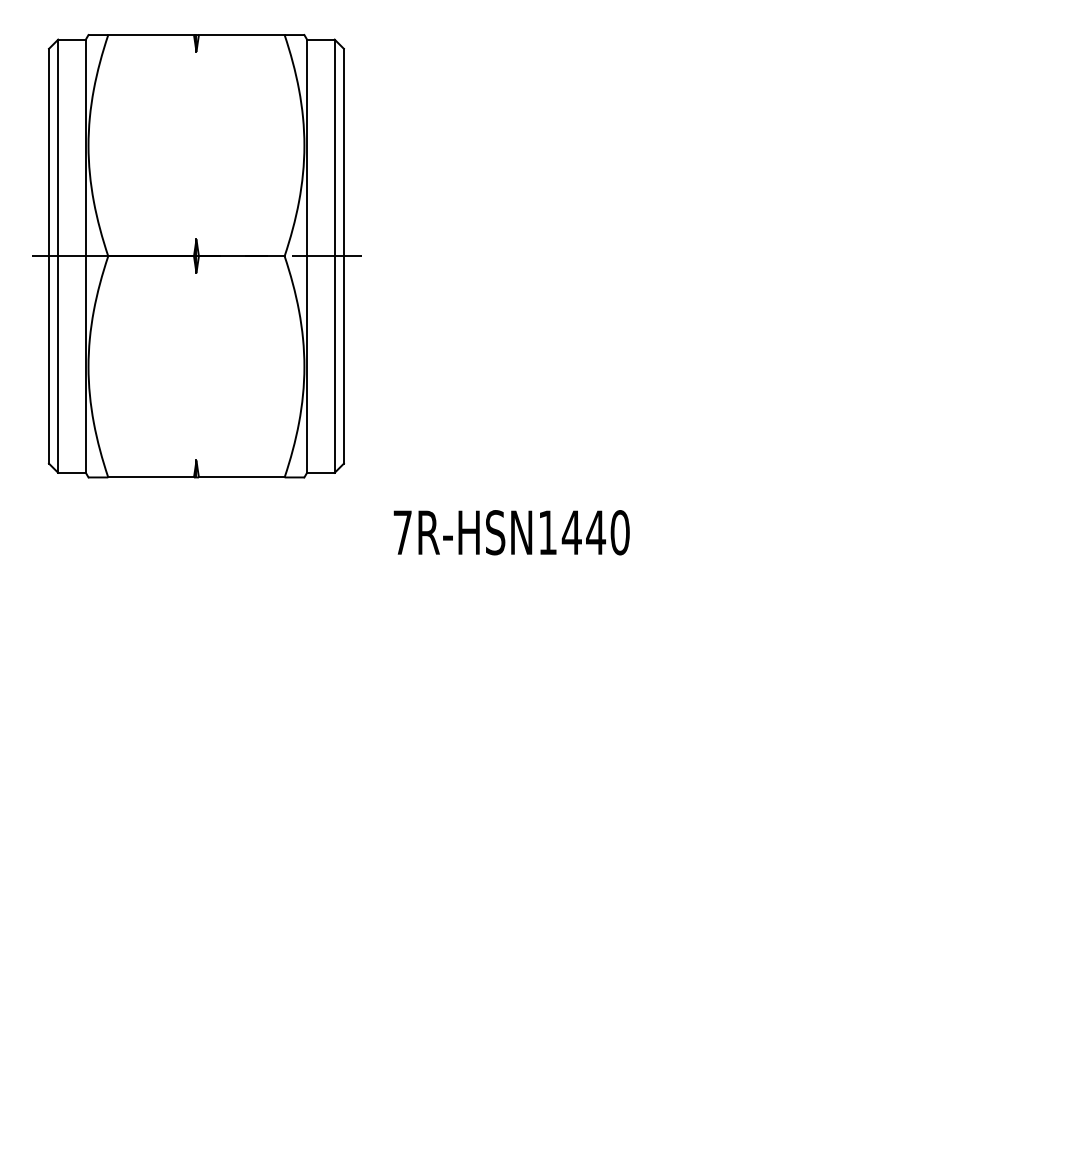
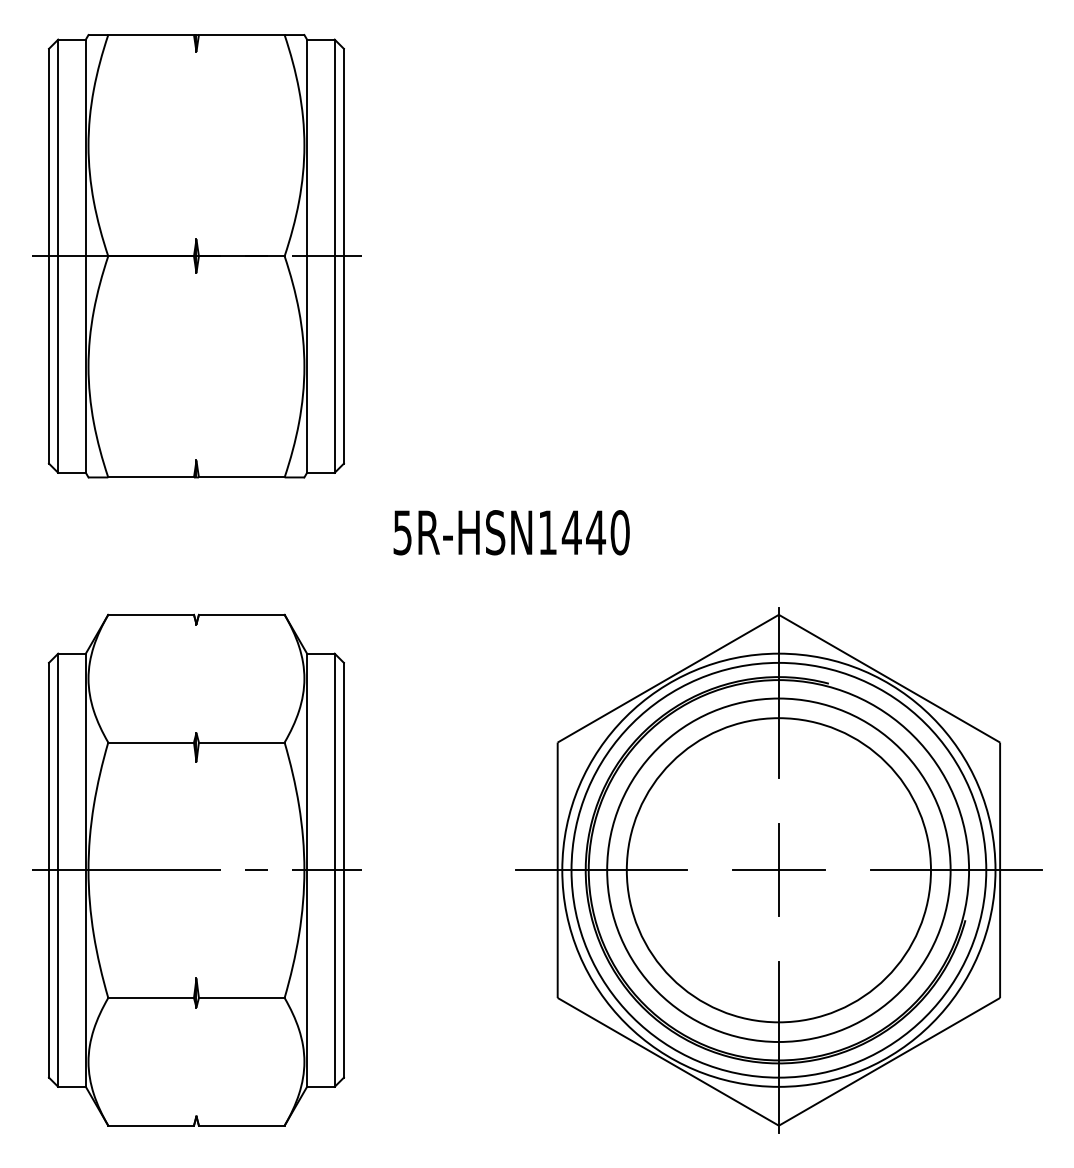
text at (402, 532): 7R-HSN1440 -> 5R-HSN1440
part at (196, 869): none -> present
part at (778, 870): none -> present
